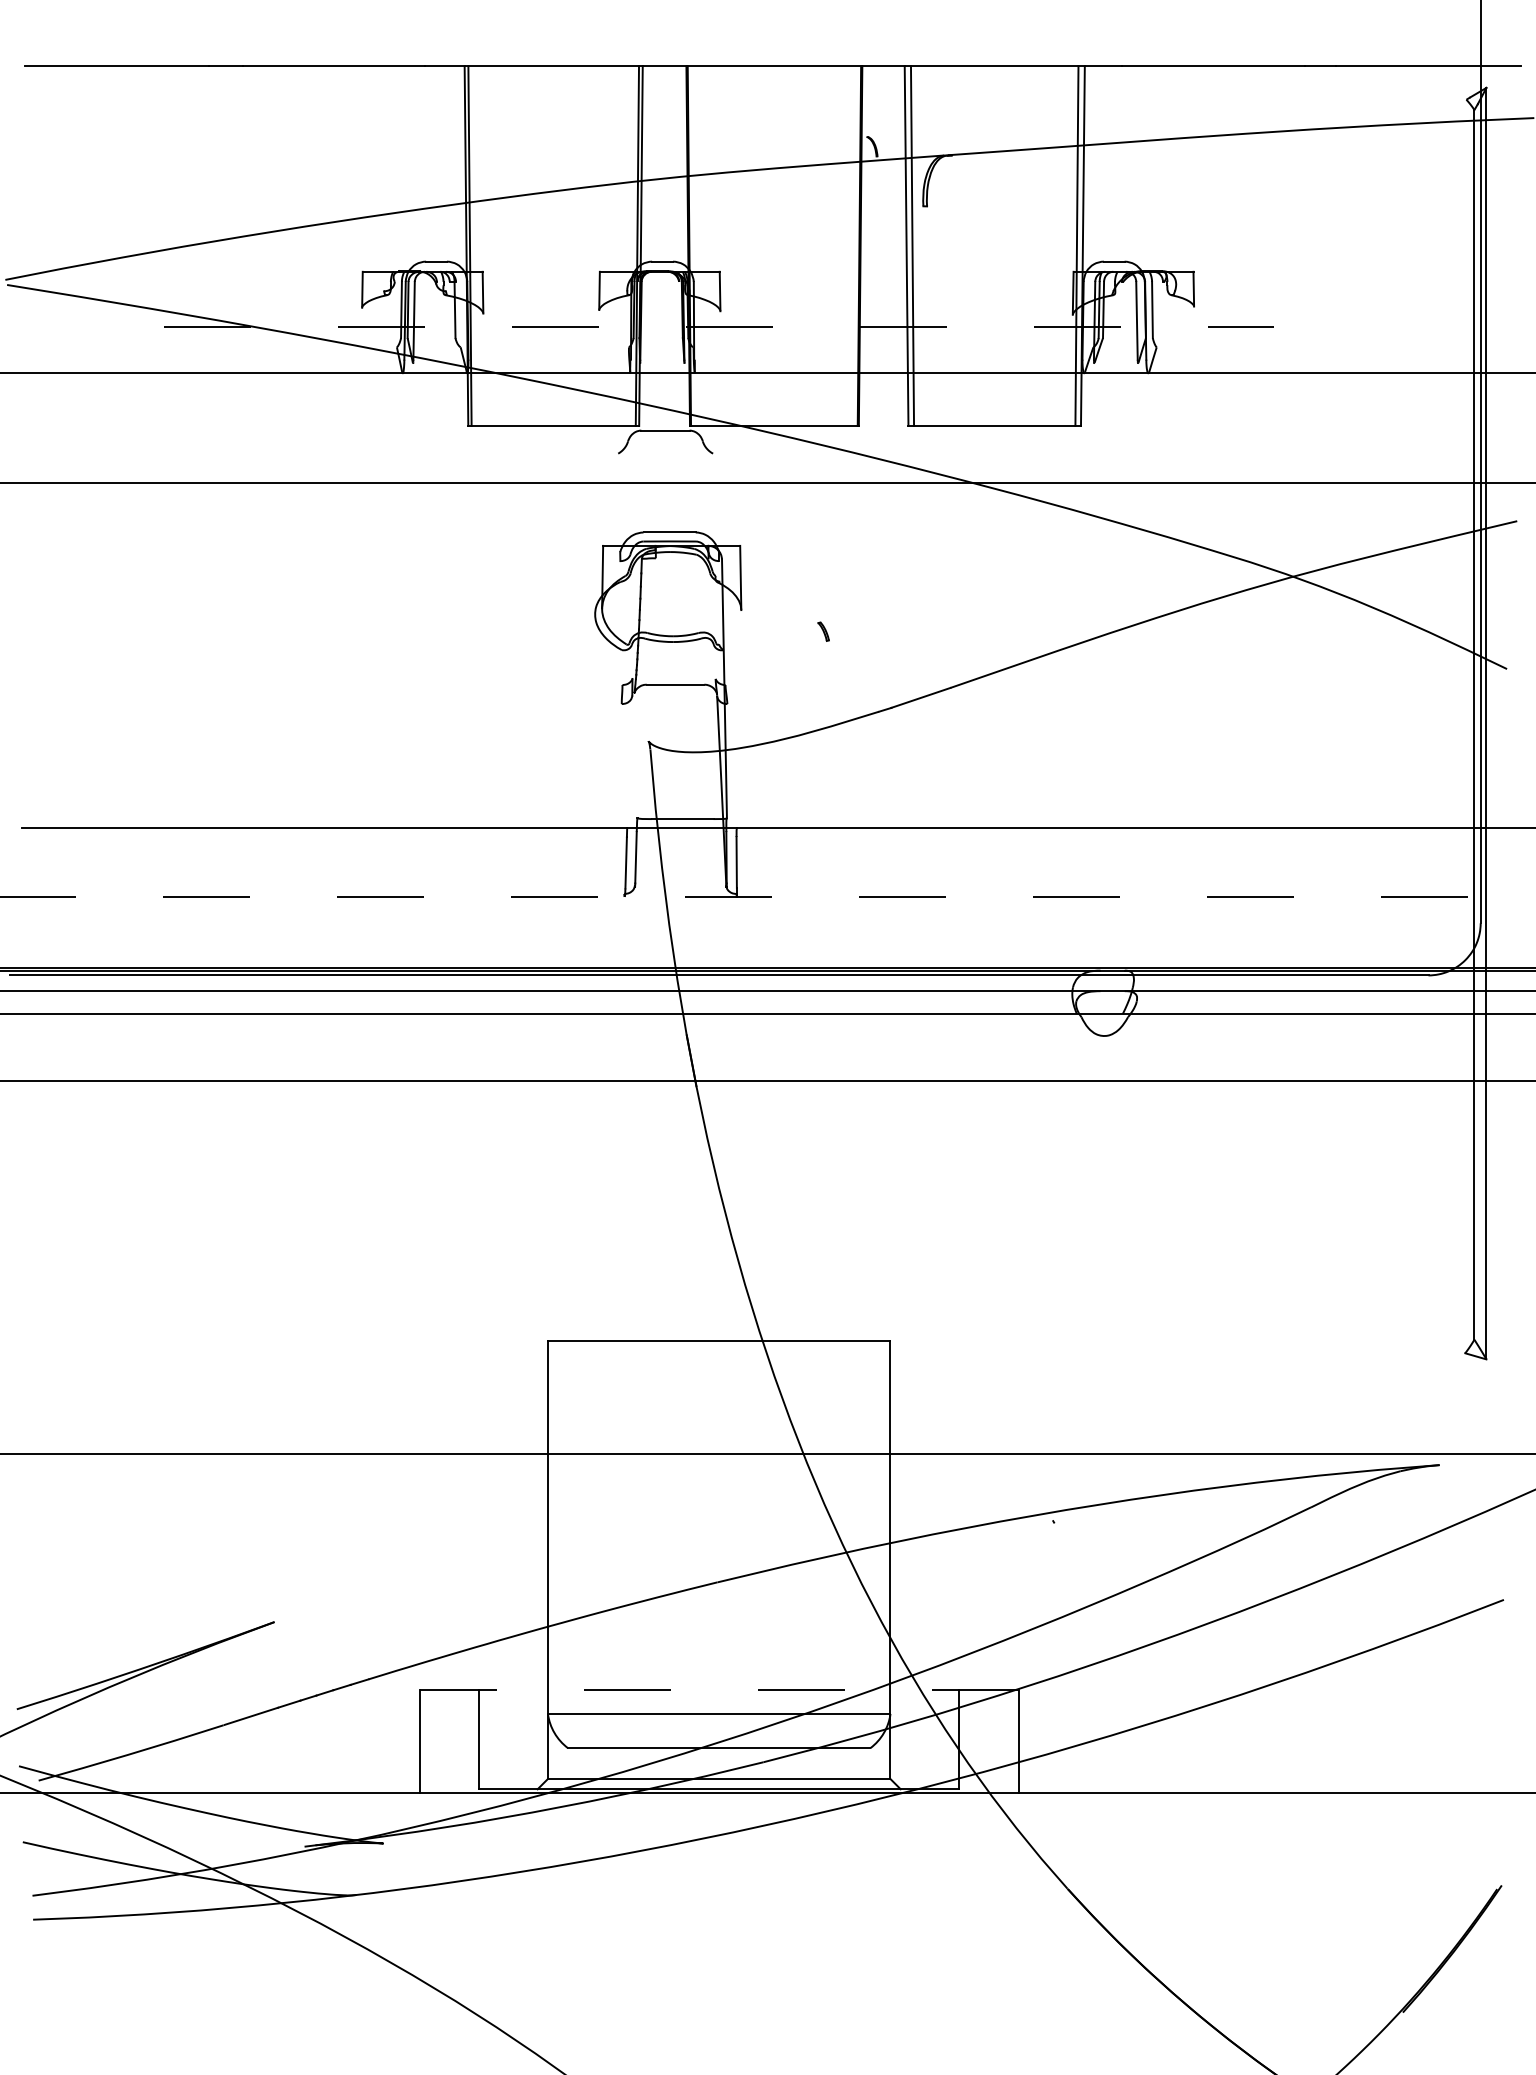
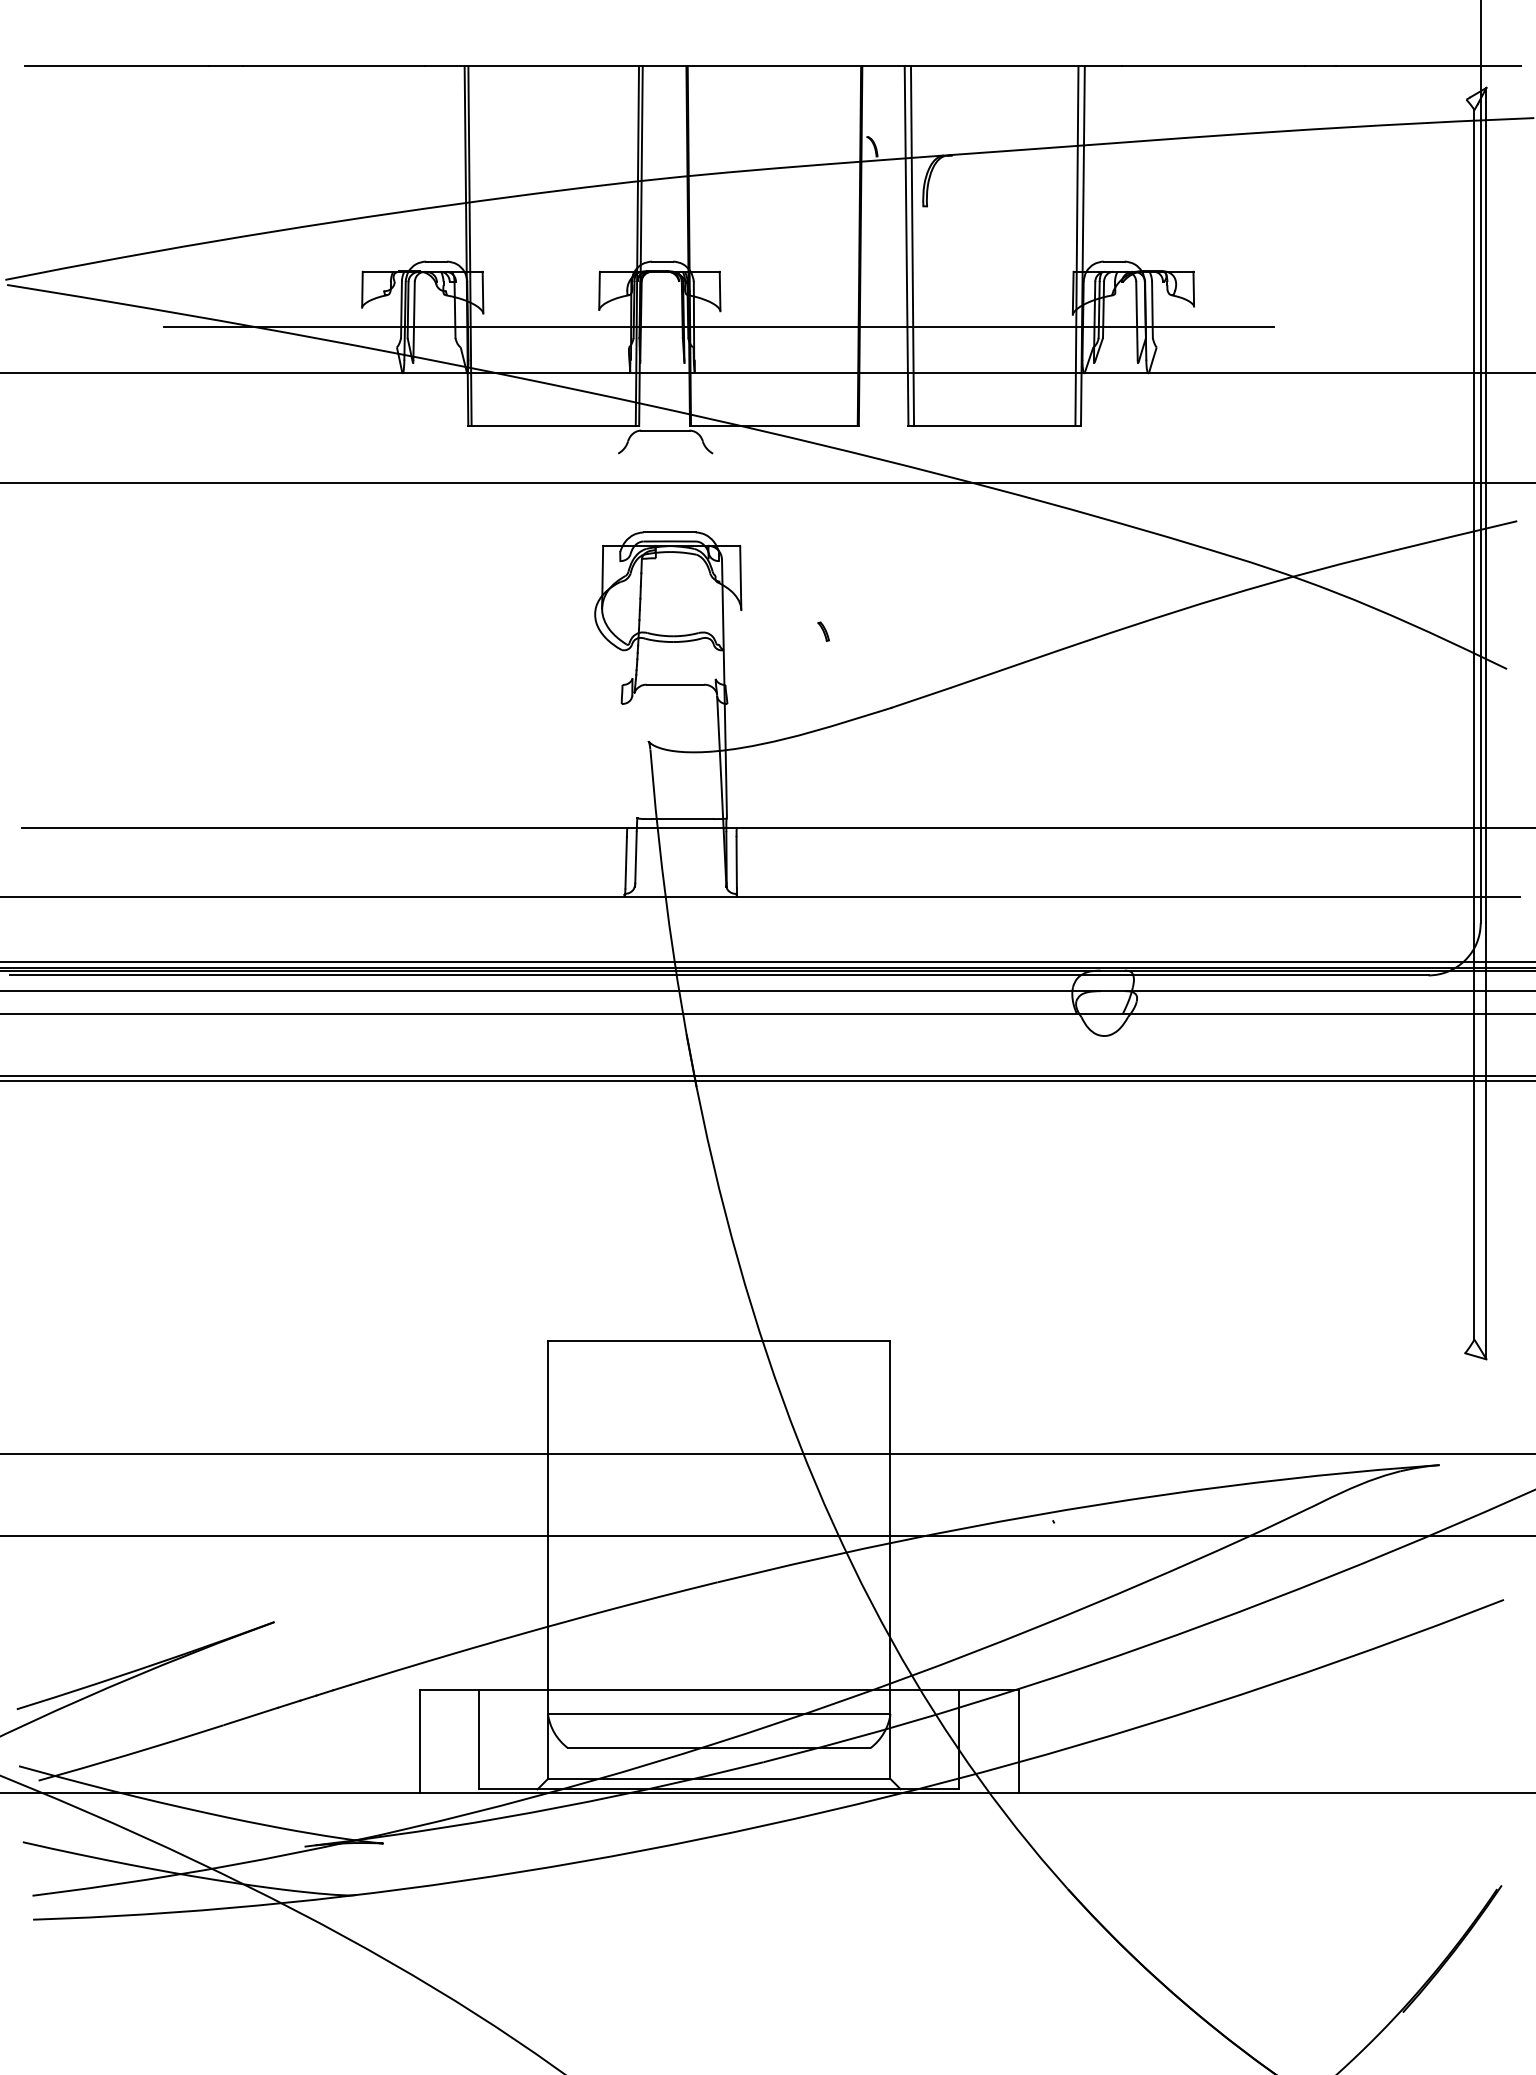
line at (719, 326): dashed -> solid
line at (760, 896): dashed -> solid
line at (767, 961): none -> present
line at (767, 1076): none -> present
line at (767, 1536): none -> present
line at (719, 1689): dashed -> solid
